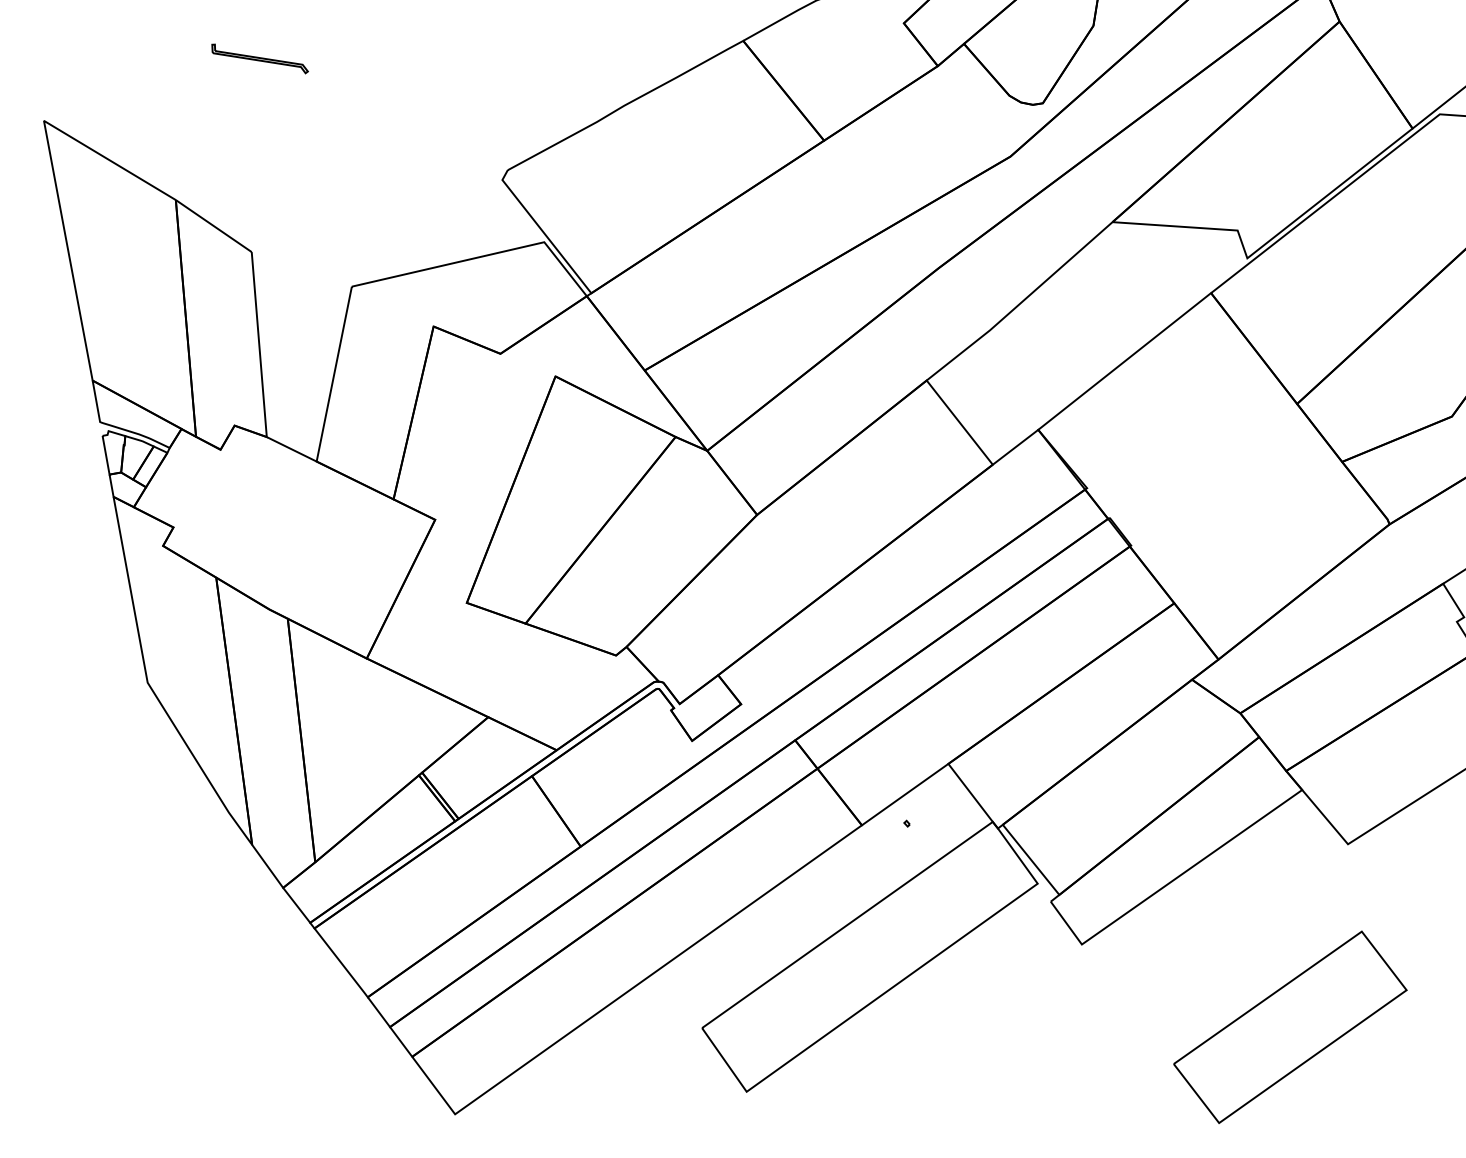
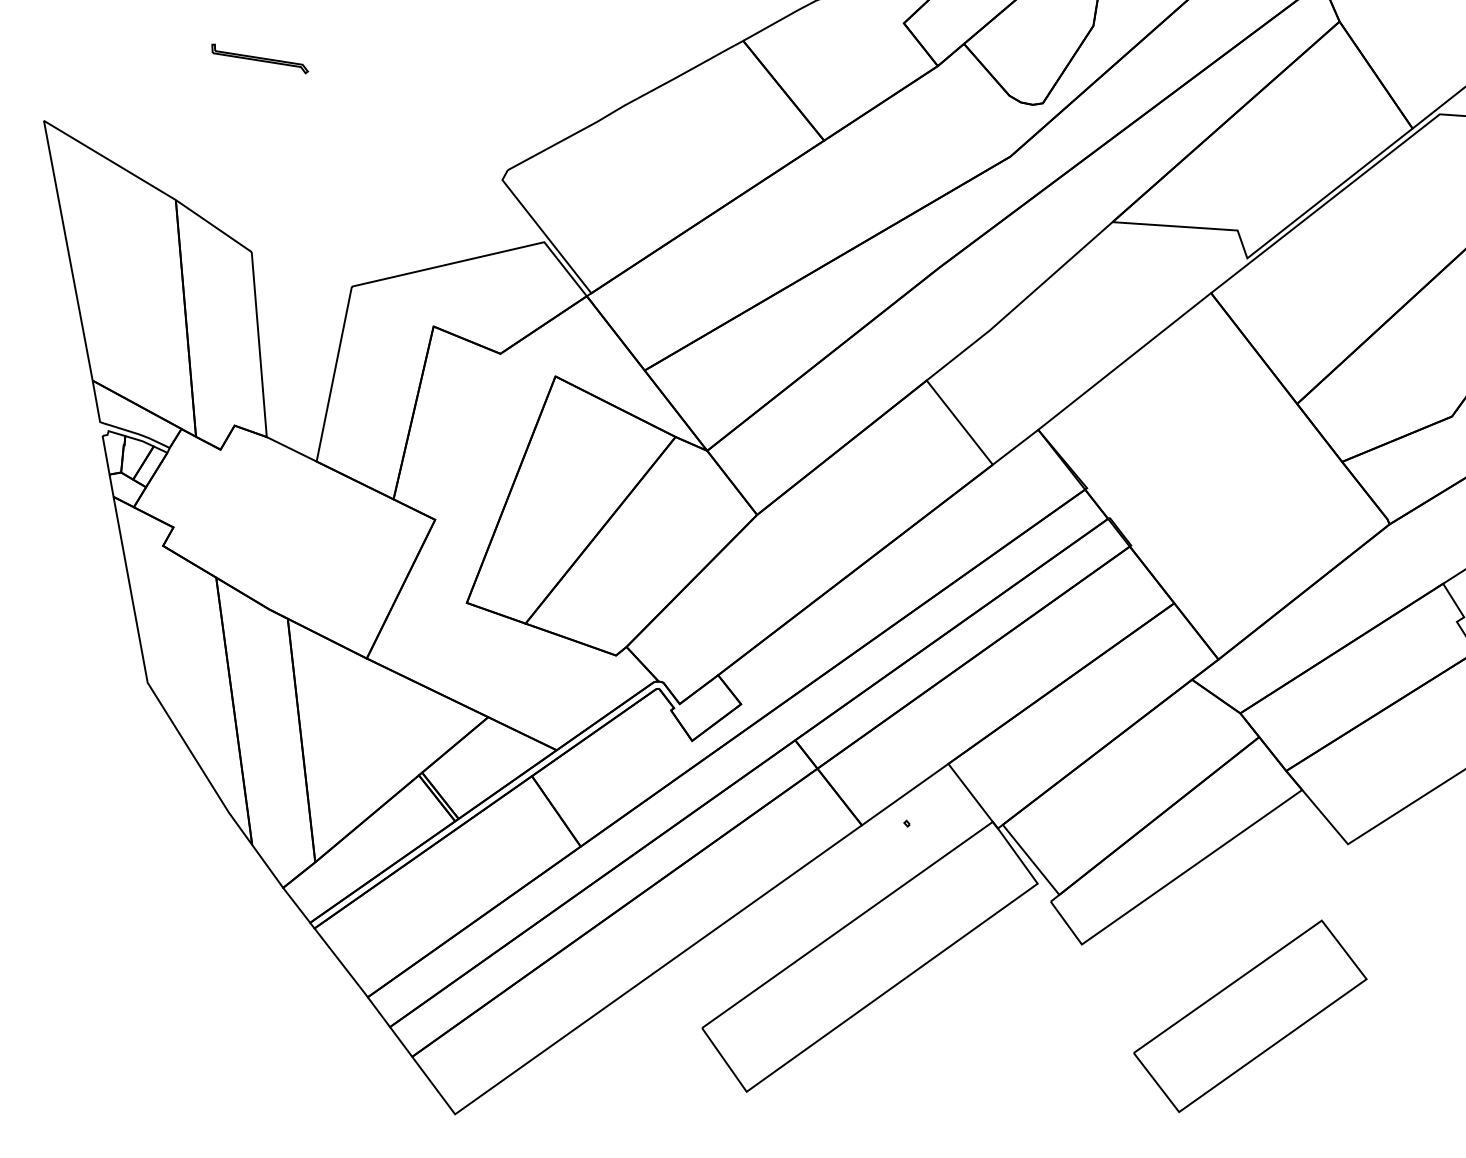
part at (1290, 1026) position: (1290, 1026) -> (1250, 1015)
